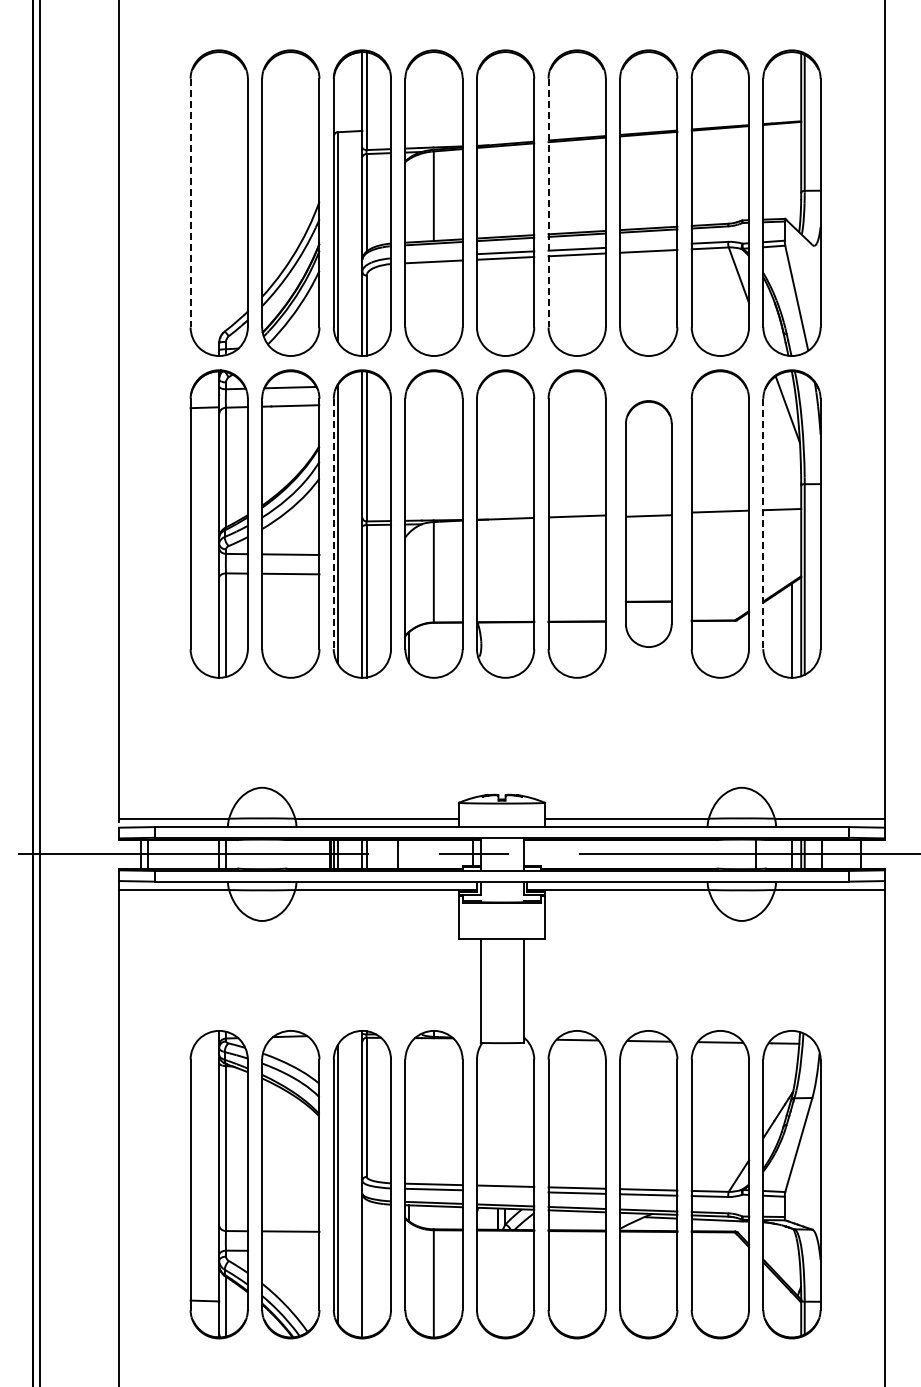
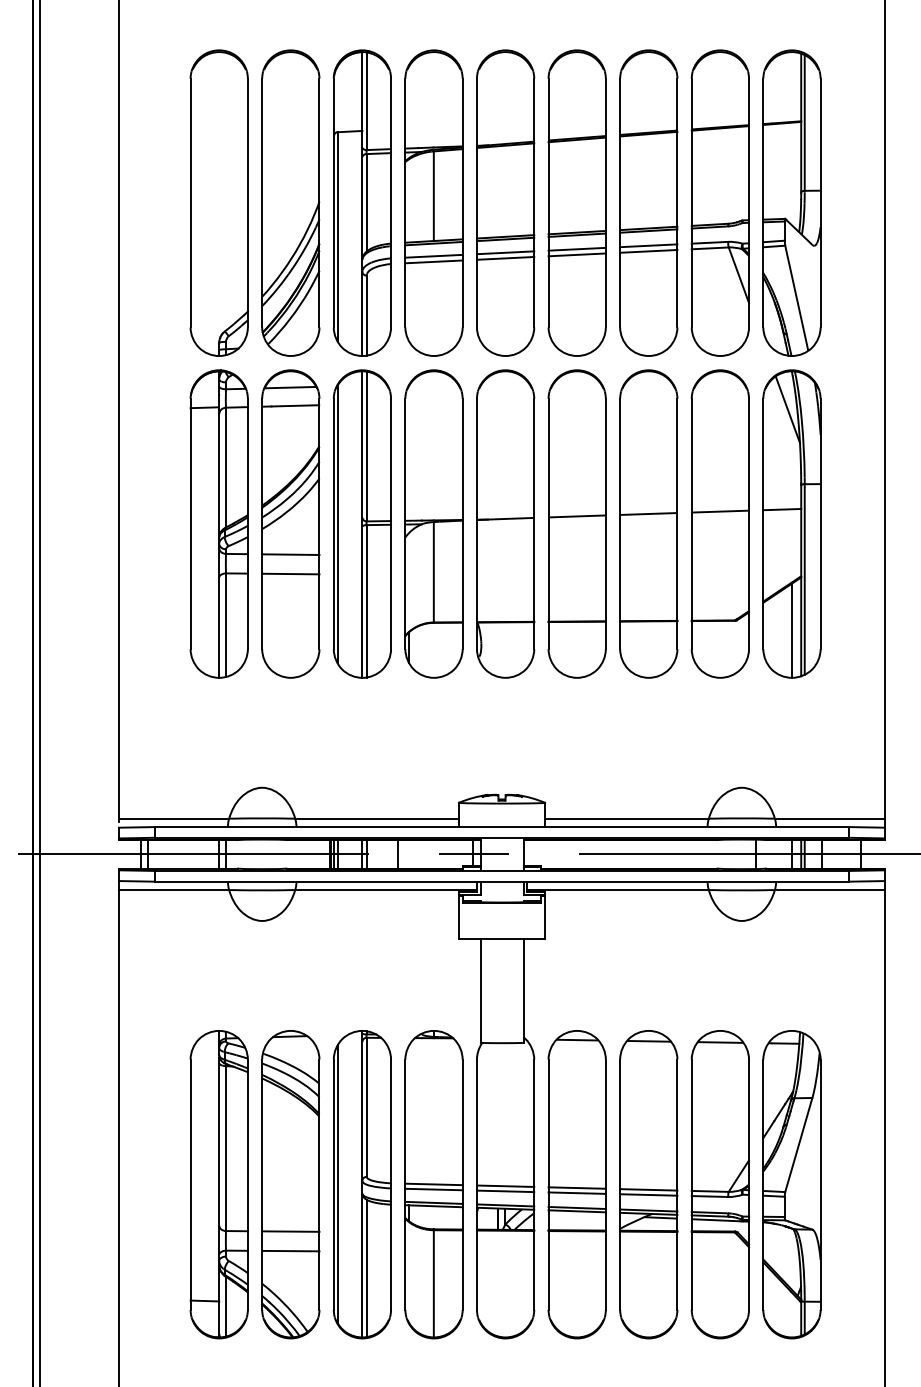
line at (190, 203): dashed -> solid
line at (548, 203): dashed -> solid
line at (648, 245): none -> present
line at (433, 255): none -> present
part at (648, 523) size: 48x248 px -> 60x310 px
line at (333, 524): dashed -> solid
line at (763, 524): dashed -> solid
line at (505, 1191): none -> present
line at (290, 1250): none -> present
line at (366, 1268): none -> present
